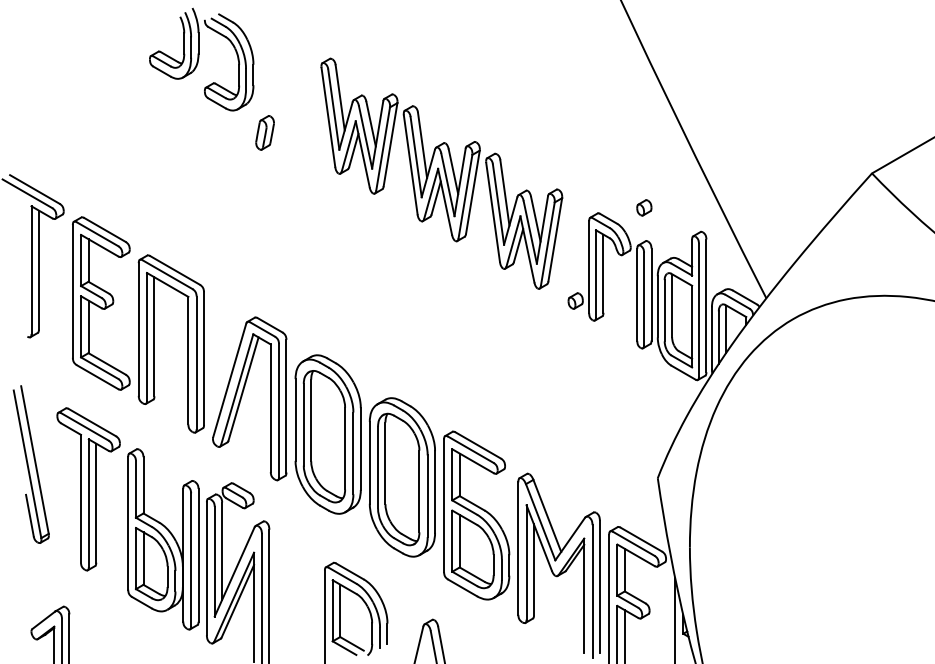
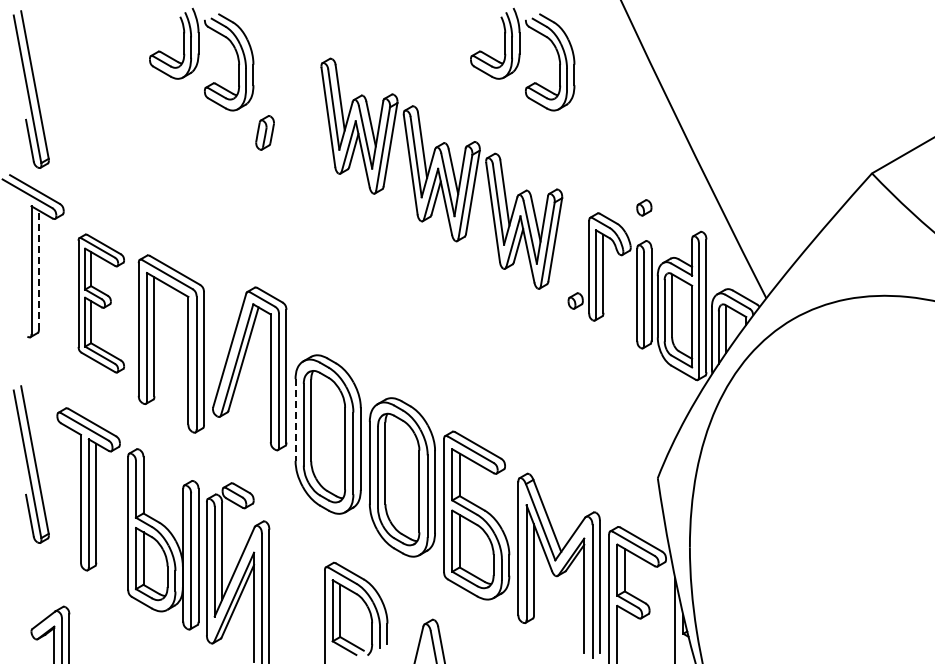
part at (522, 59): none -> present
part at (30, 89): none -> present
line at (38, 270): solid -> dashed
part at (101, 303) size: 59x175 px -> 48x141 px
part at (242, 396) position: (242, 396) -> (242, 366)
line at (295, 420): solid -> dashed
line at (624, 635): present -> none
